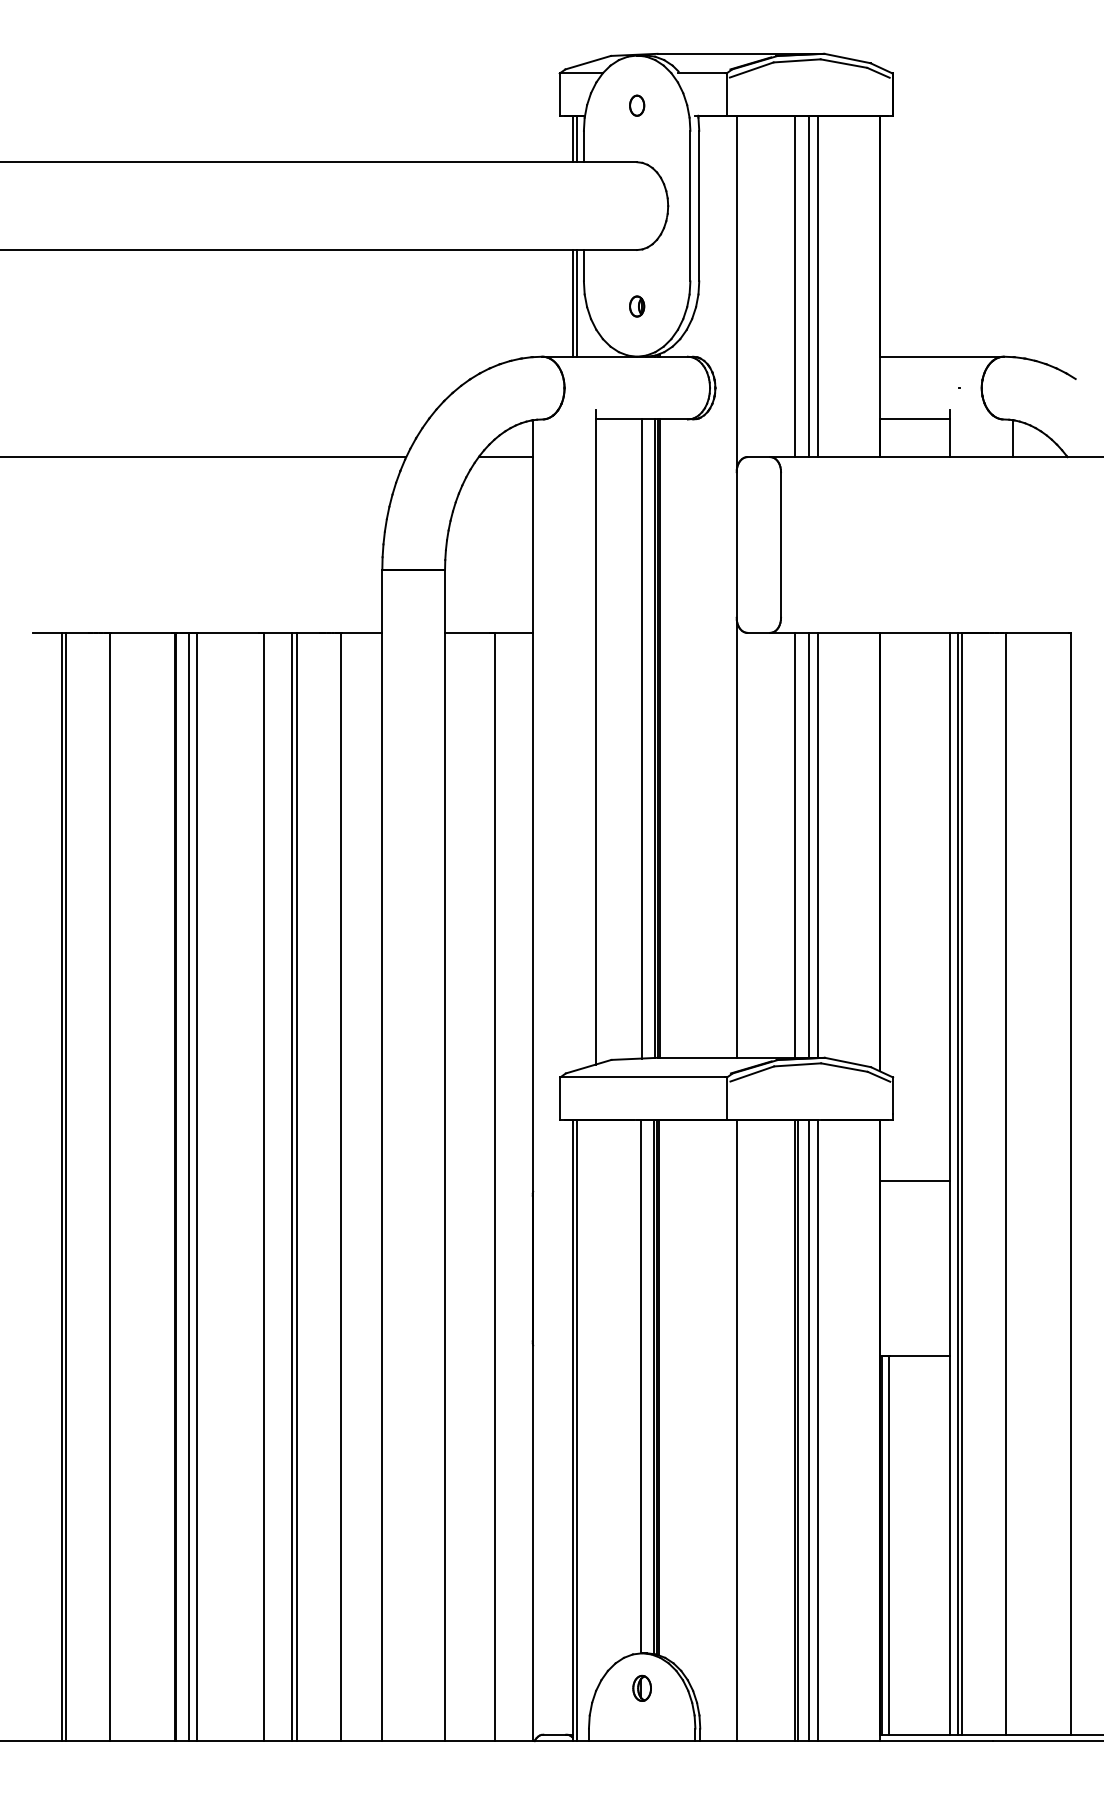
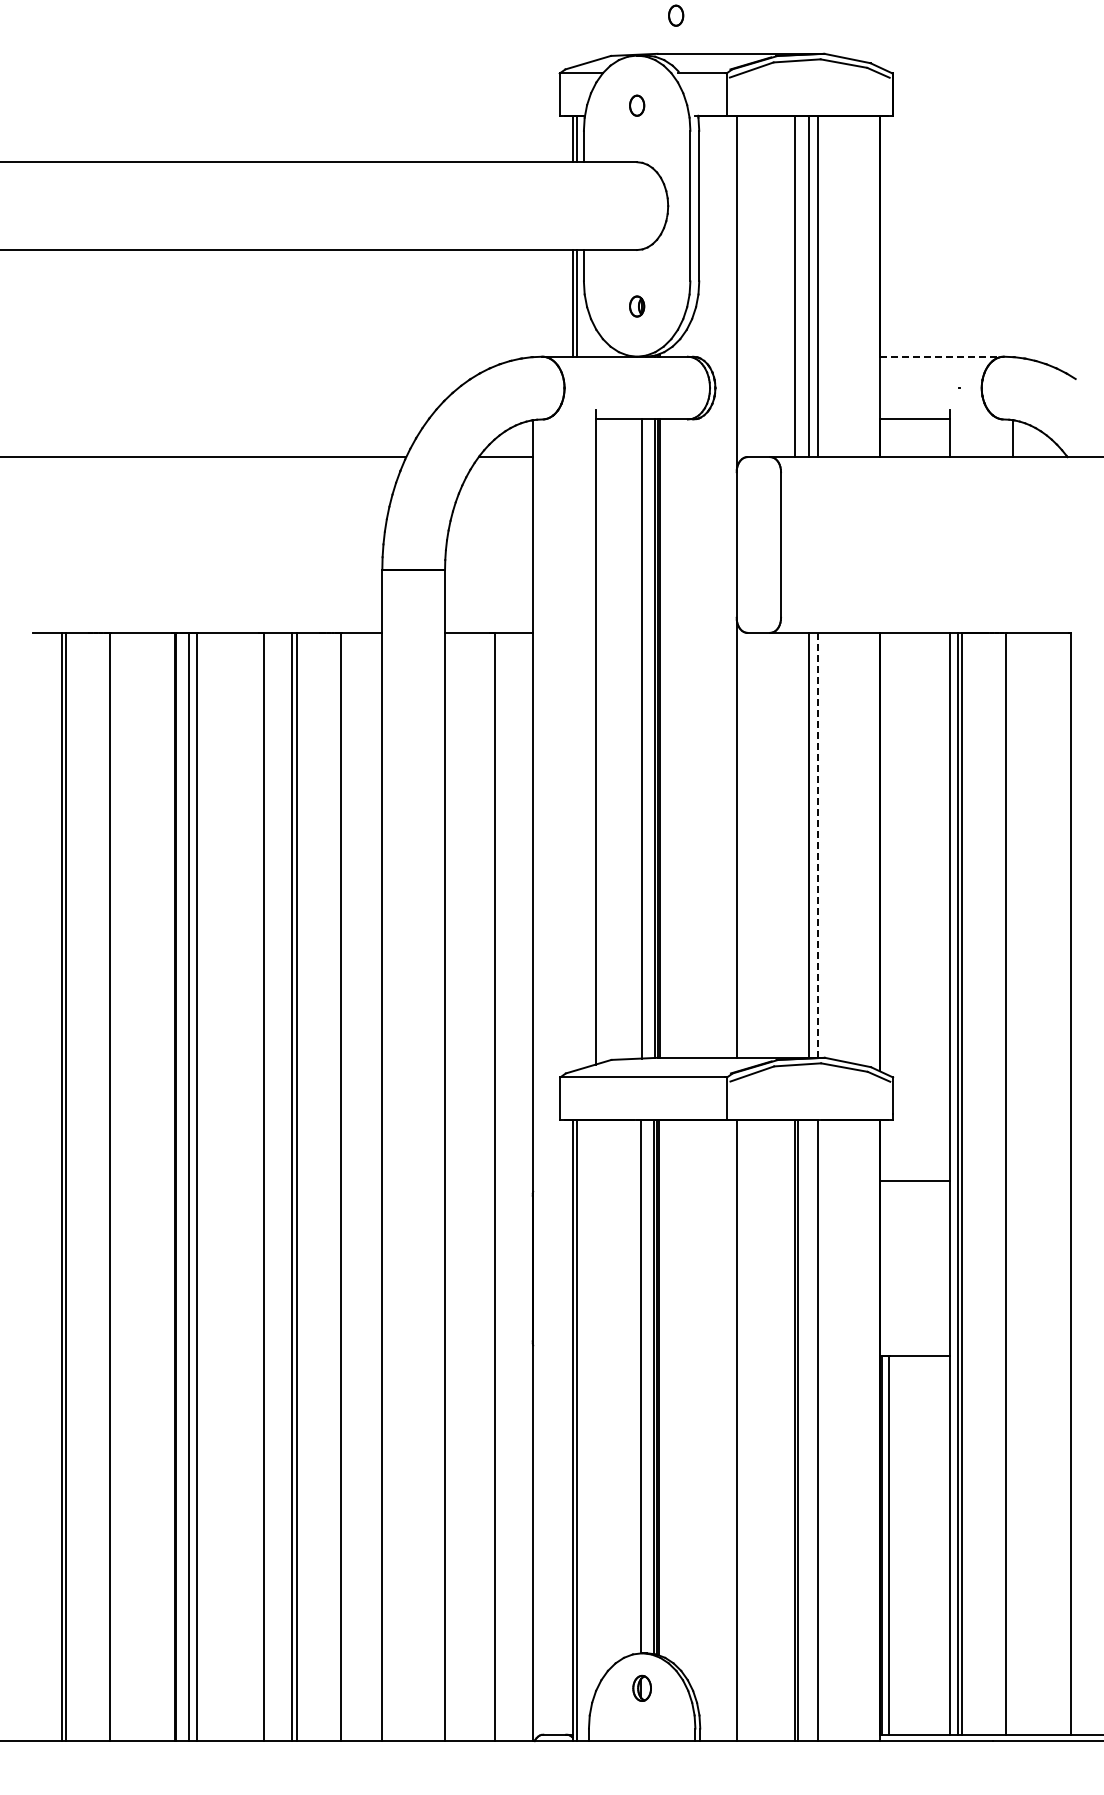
part at (676, 15): none -> present
line at (942, 356): solid -> dashed
line at (794, 844): present -> none
line at (818, 844): solid -> dashed
line at (808, 1430): present -> none
